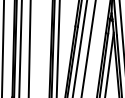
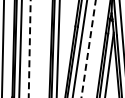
line at (29, 48): solid -> dashed
line at (88, 49): solid -> dashed
